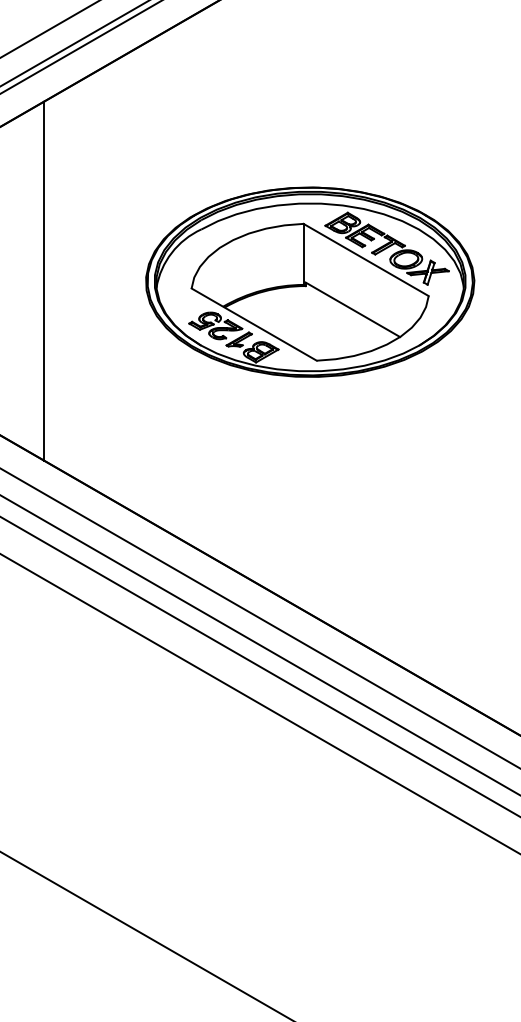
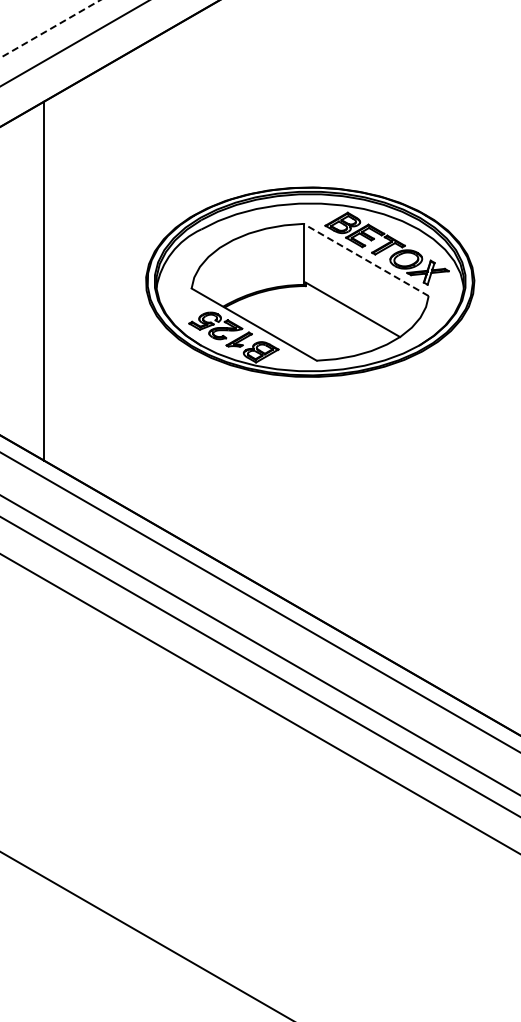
line at (49, 29): solid -> dashed
line at (80, 47): present -> none
line at (365, 259): solid -> dashed
line at (259, 617) position: (259, 617) -> (259, 601)
